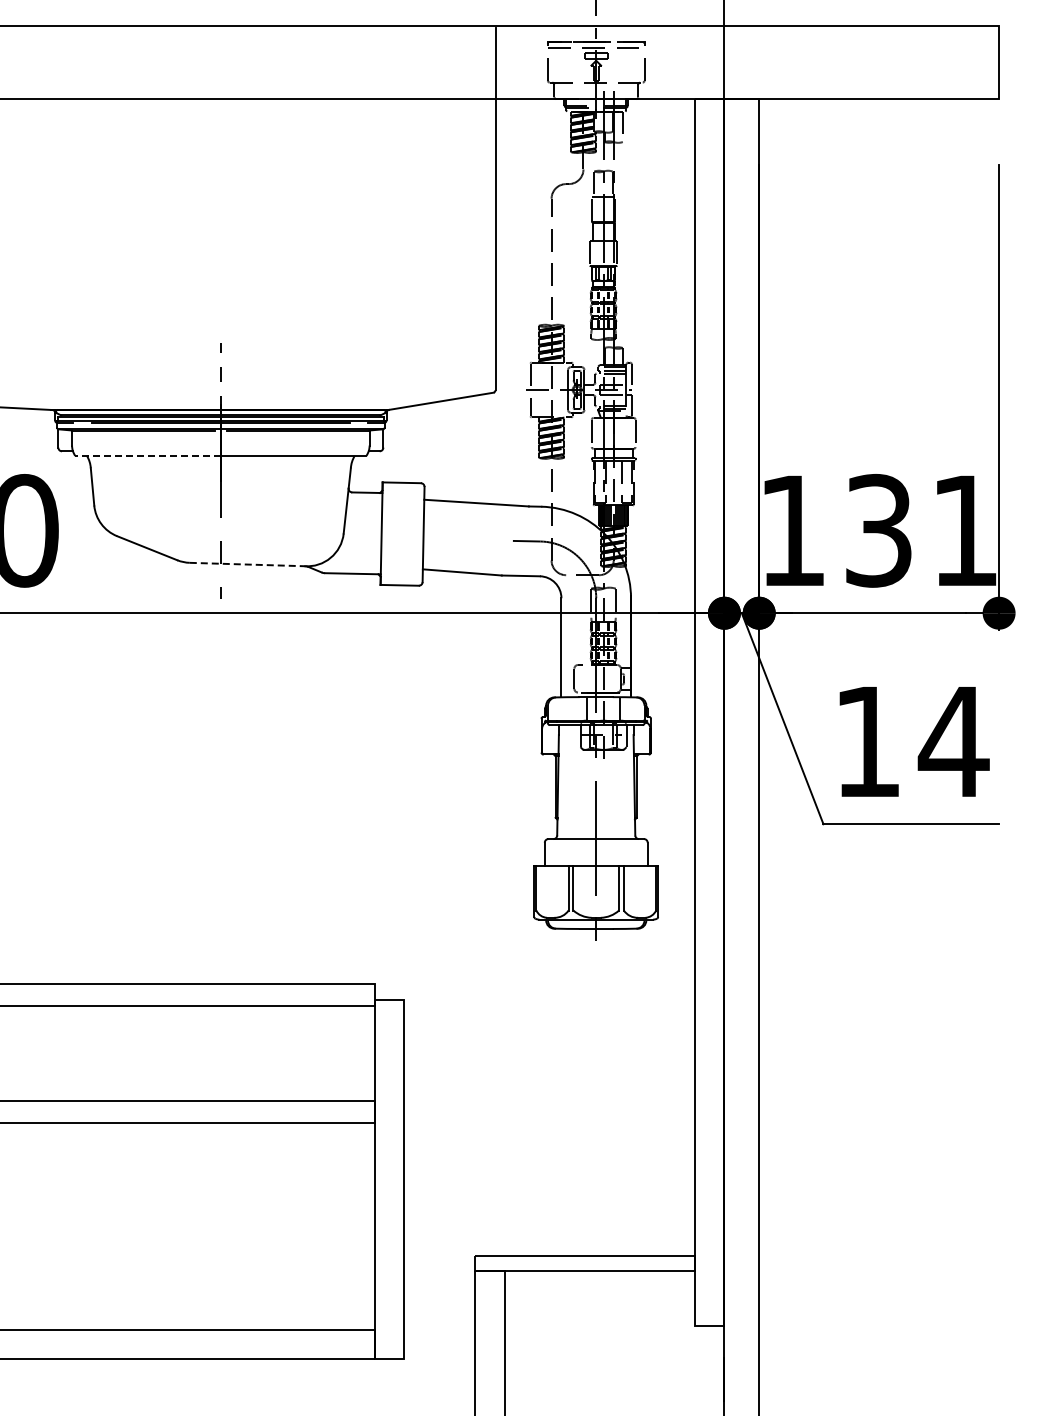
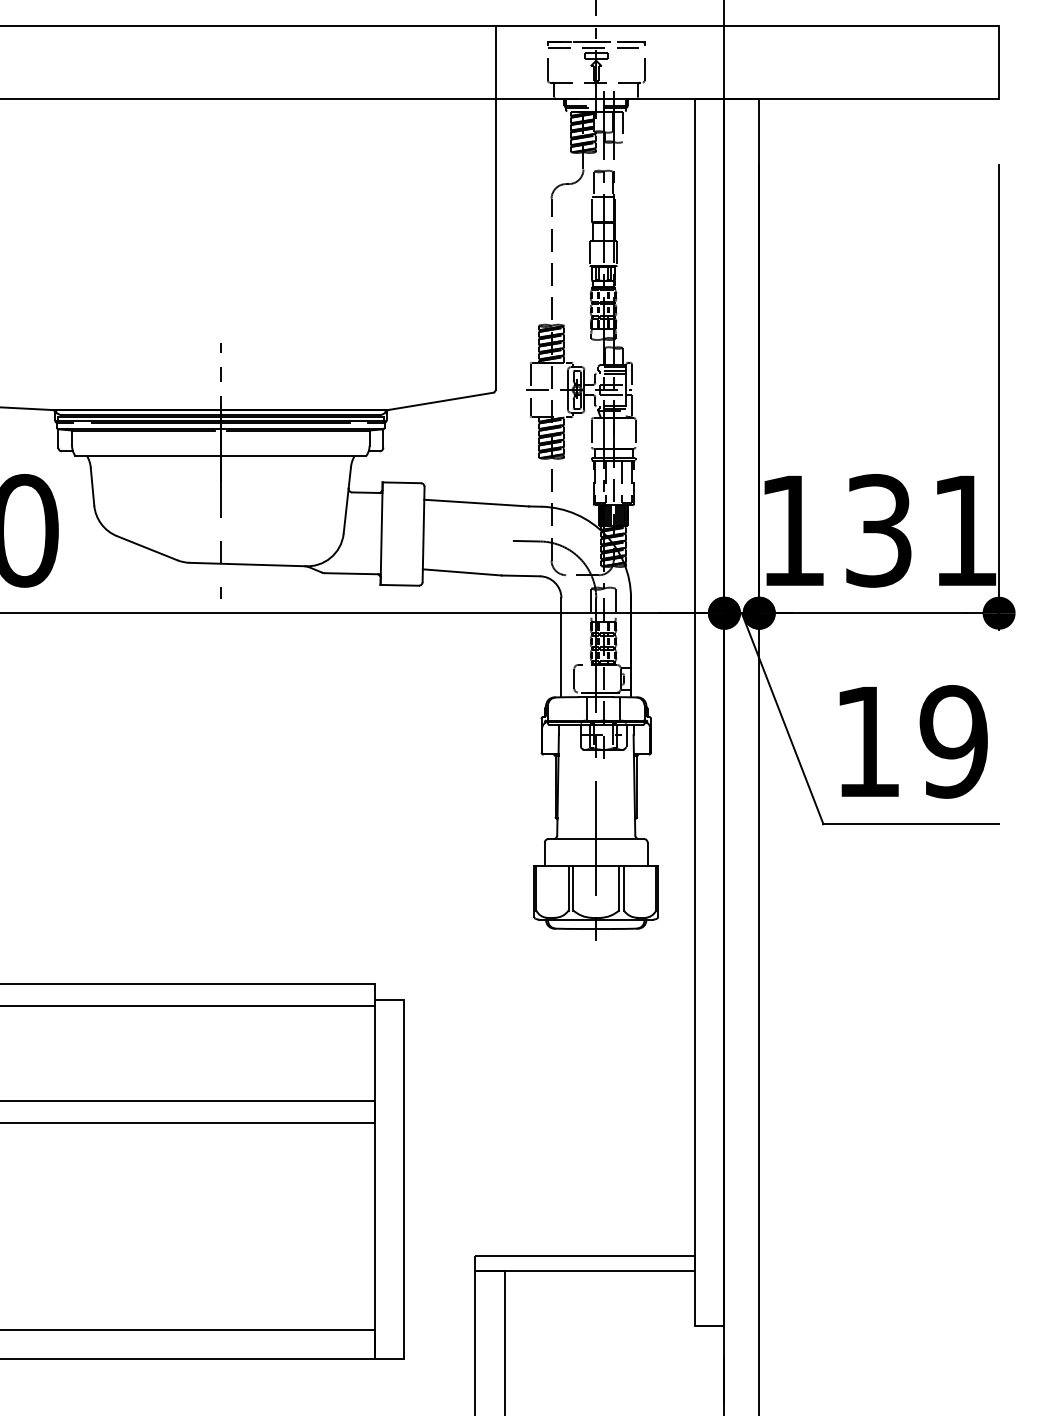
line at (148, 455): dashed -> solid
line at (247, 564): dashed -> solid
text at (953, 741): 14 -> 19
